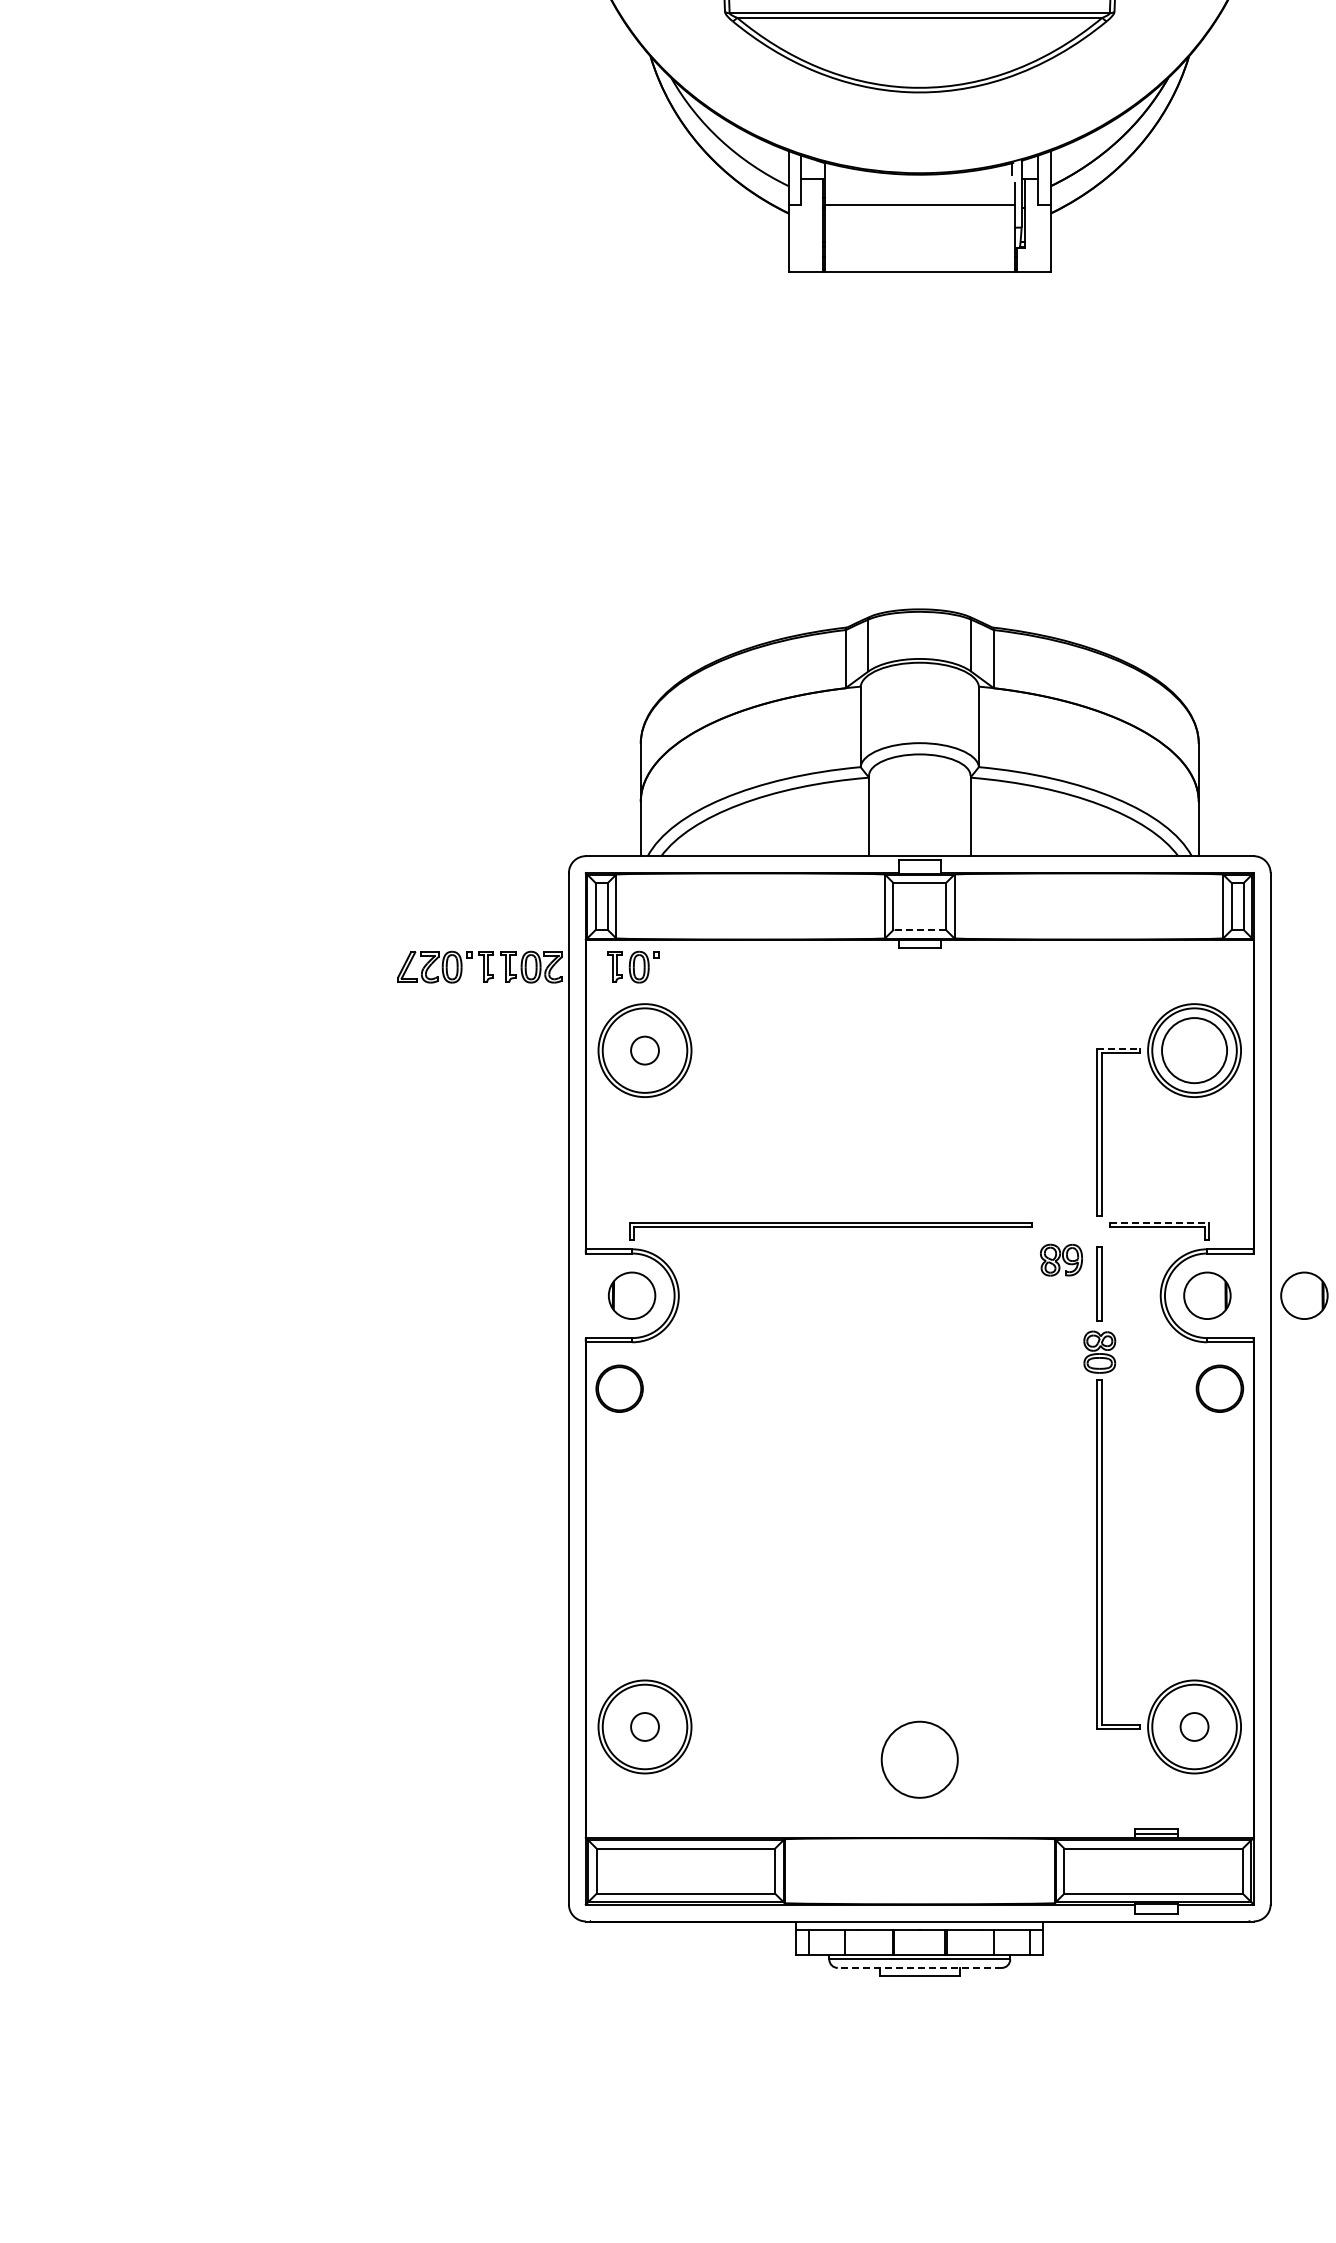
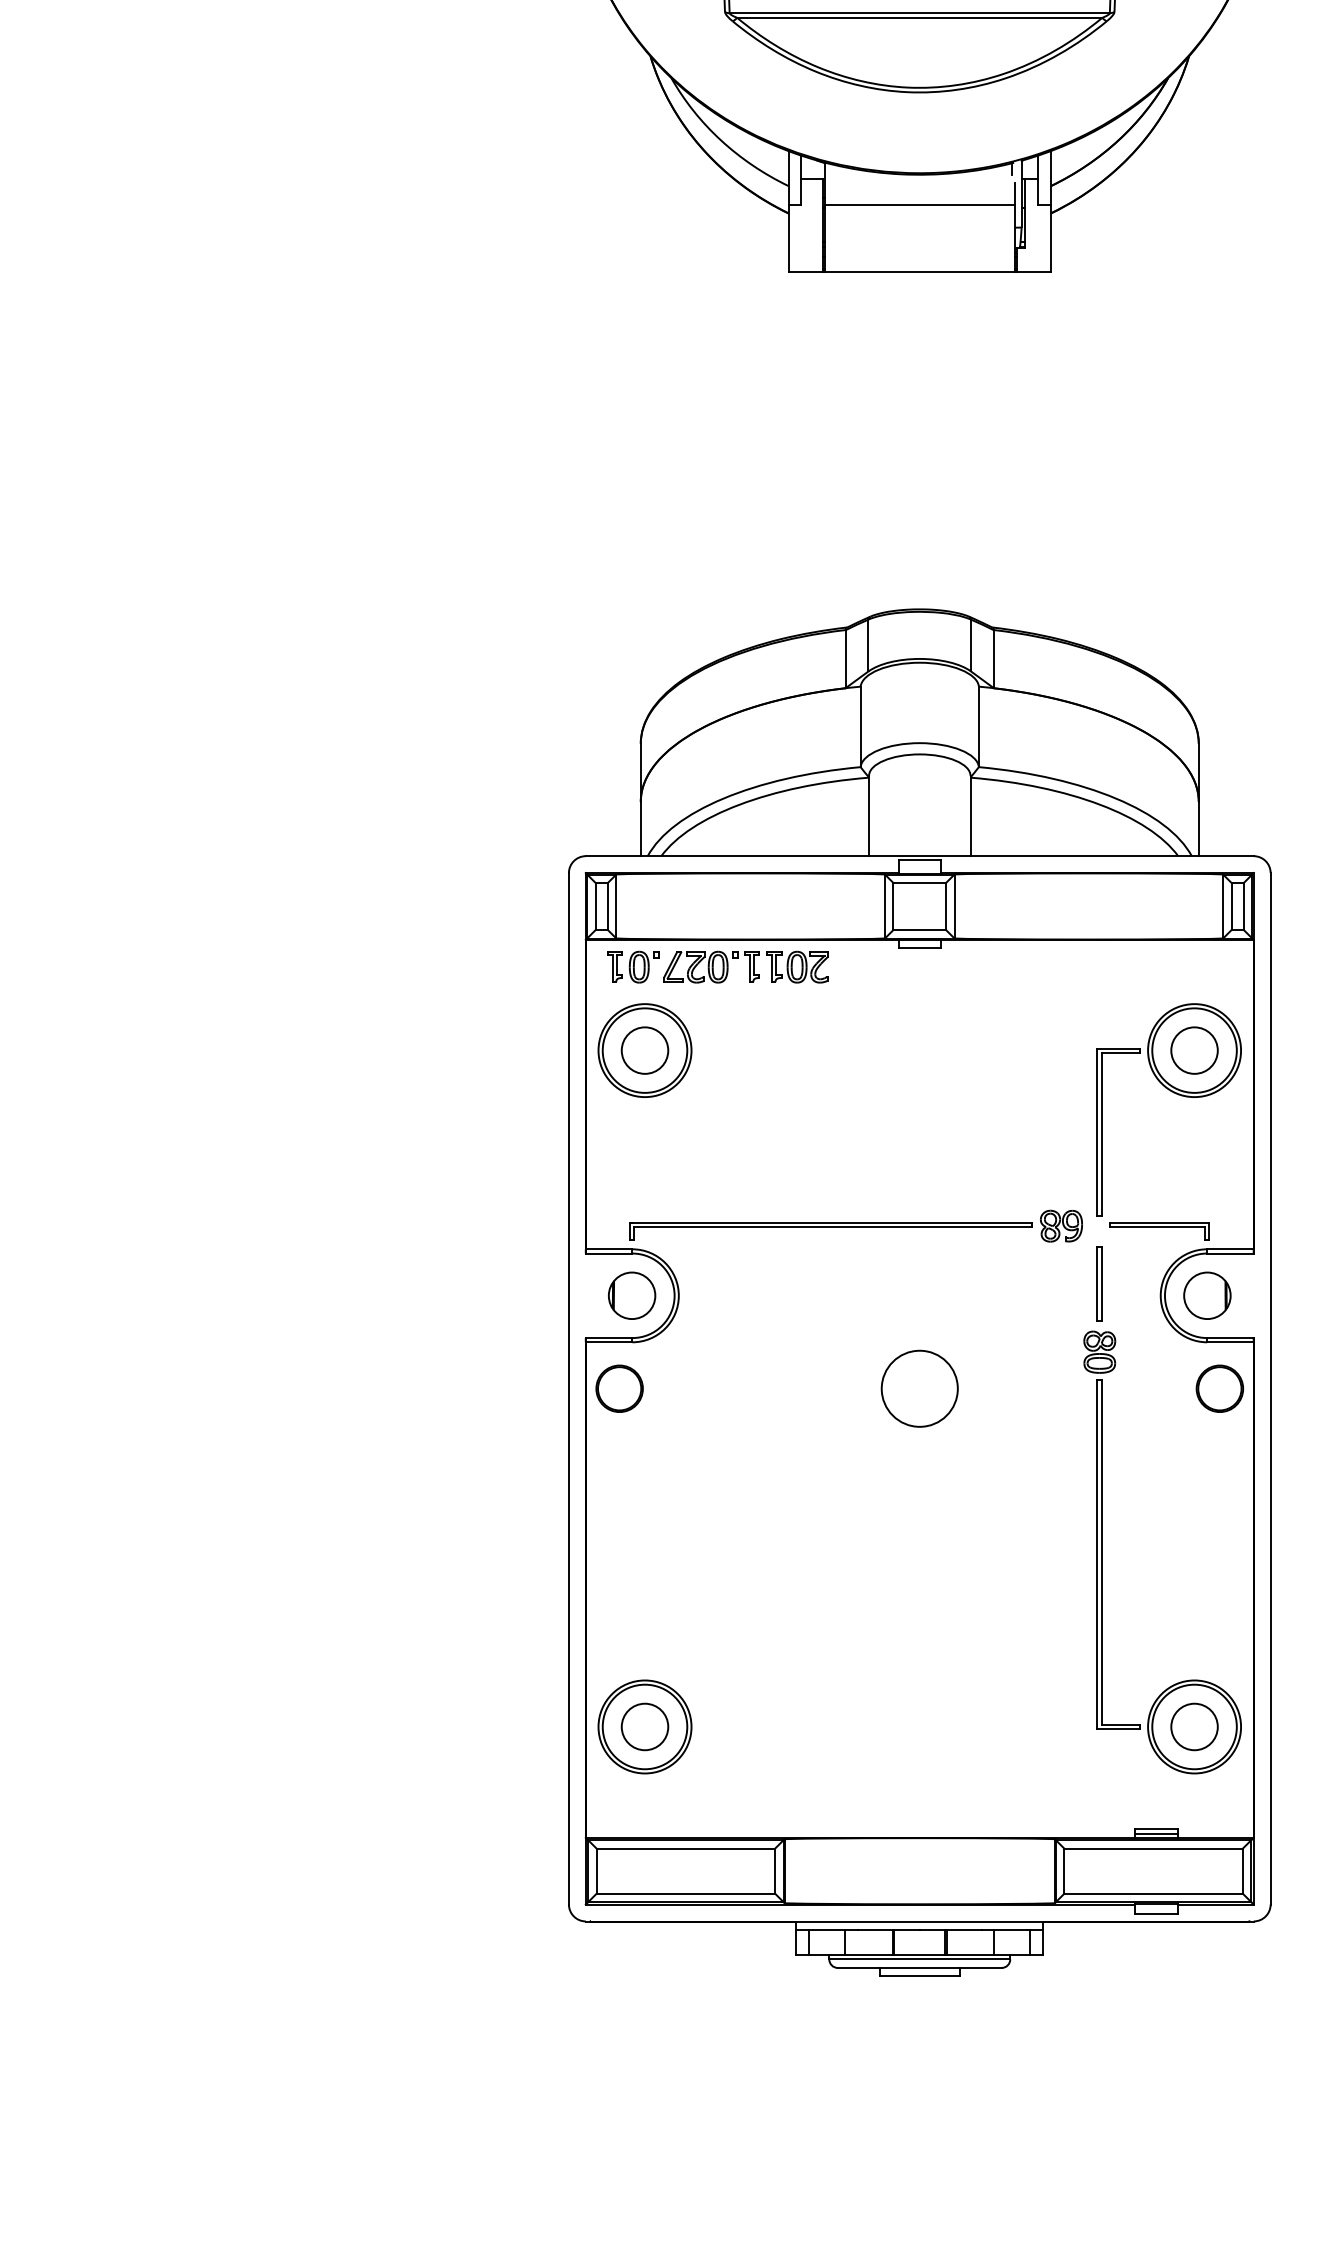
line at (919, 930): dashed -> solid
part at (479, 966) position: (479, 966) -> (745, 966)
line at (1118, 1048): dashed -> solid
circle at (644, 1050) diameter: 28 px -> 46 px
circle at (1194, 1050) diameter: 65 px -> 46 px
line at (1159, 1222): dashed -> solid
part at (1061, 1259) position: (1061, 1259) -> (1061, 1225)
part at (1304, 1295): present -> none
circle at (644, 1726) diameter: 28 px -> 46 px
circle at (1194, 1726) diameter: 28 px -> 46 px
circle at (919, 1759) position: (919, 1759) -> (919, 1388)
line at (919, 1967): dashed -> solid
